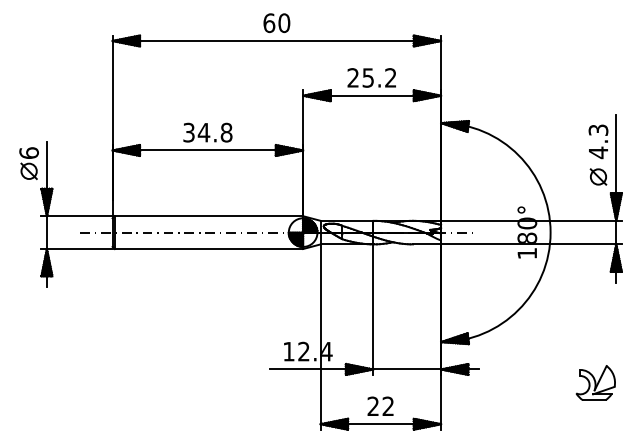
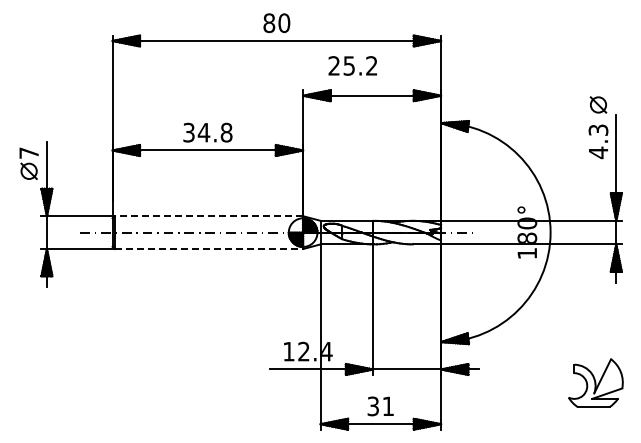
text at (269, 22): 60 -> 80
text at (371, 77) position: (371, 77) -> (352, 65)
text at (28, 152): 6 -> 7
part at (598, 176) position: (598, 176) -> (598, 104)
line at (208, 216): solid -> dashed
line at (209, 249): solid -> dashed
part at (595, 382) size: 41x36 px -> 56x50 px
text at (380, 406): 22 -> 31
